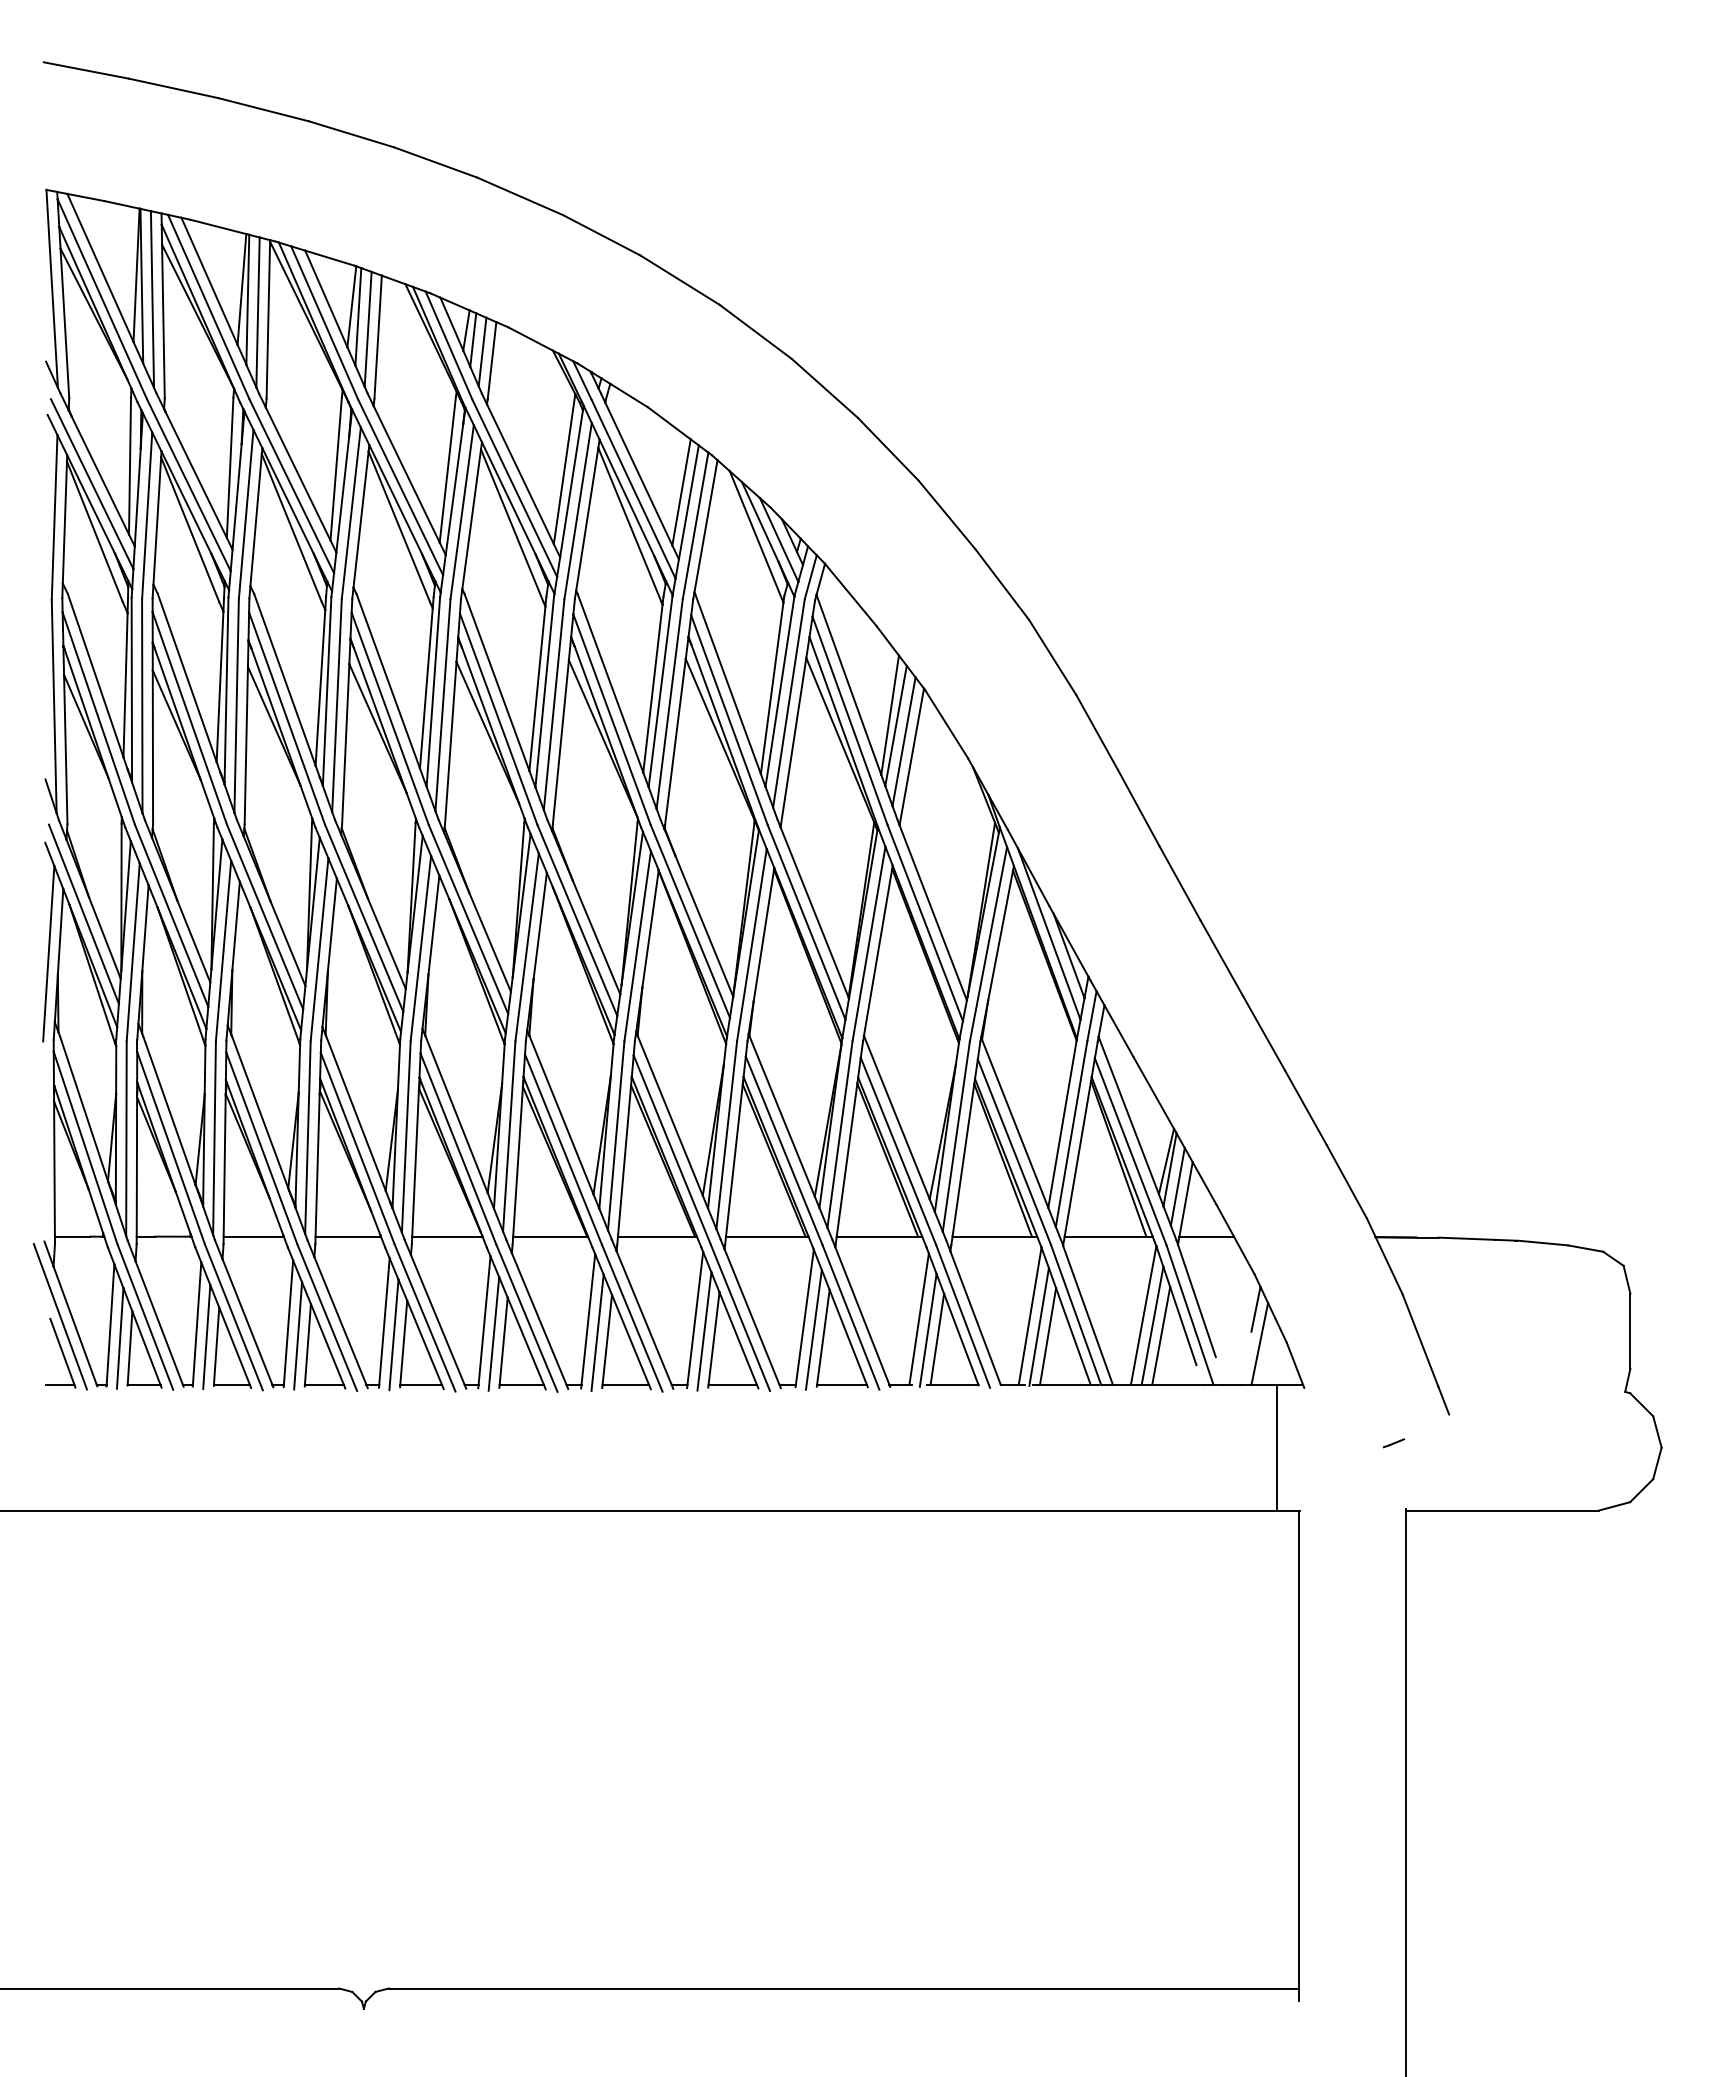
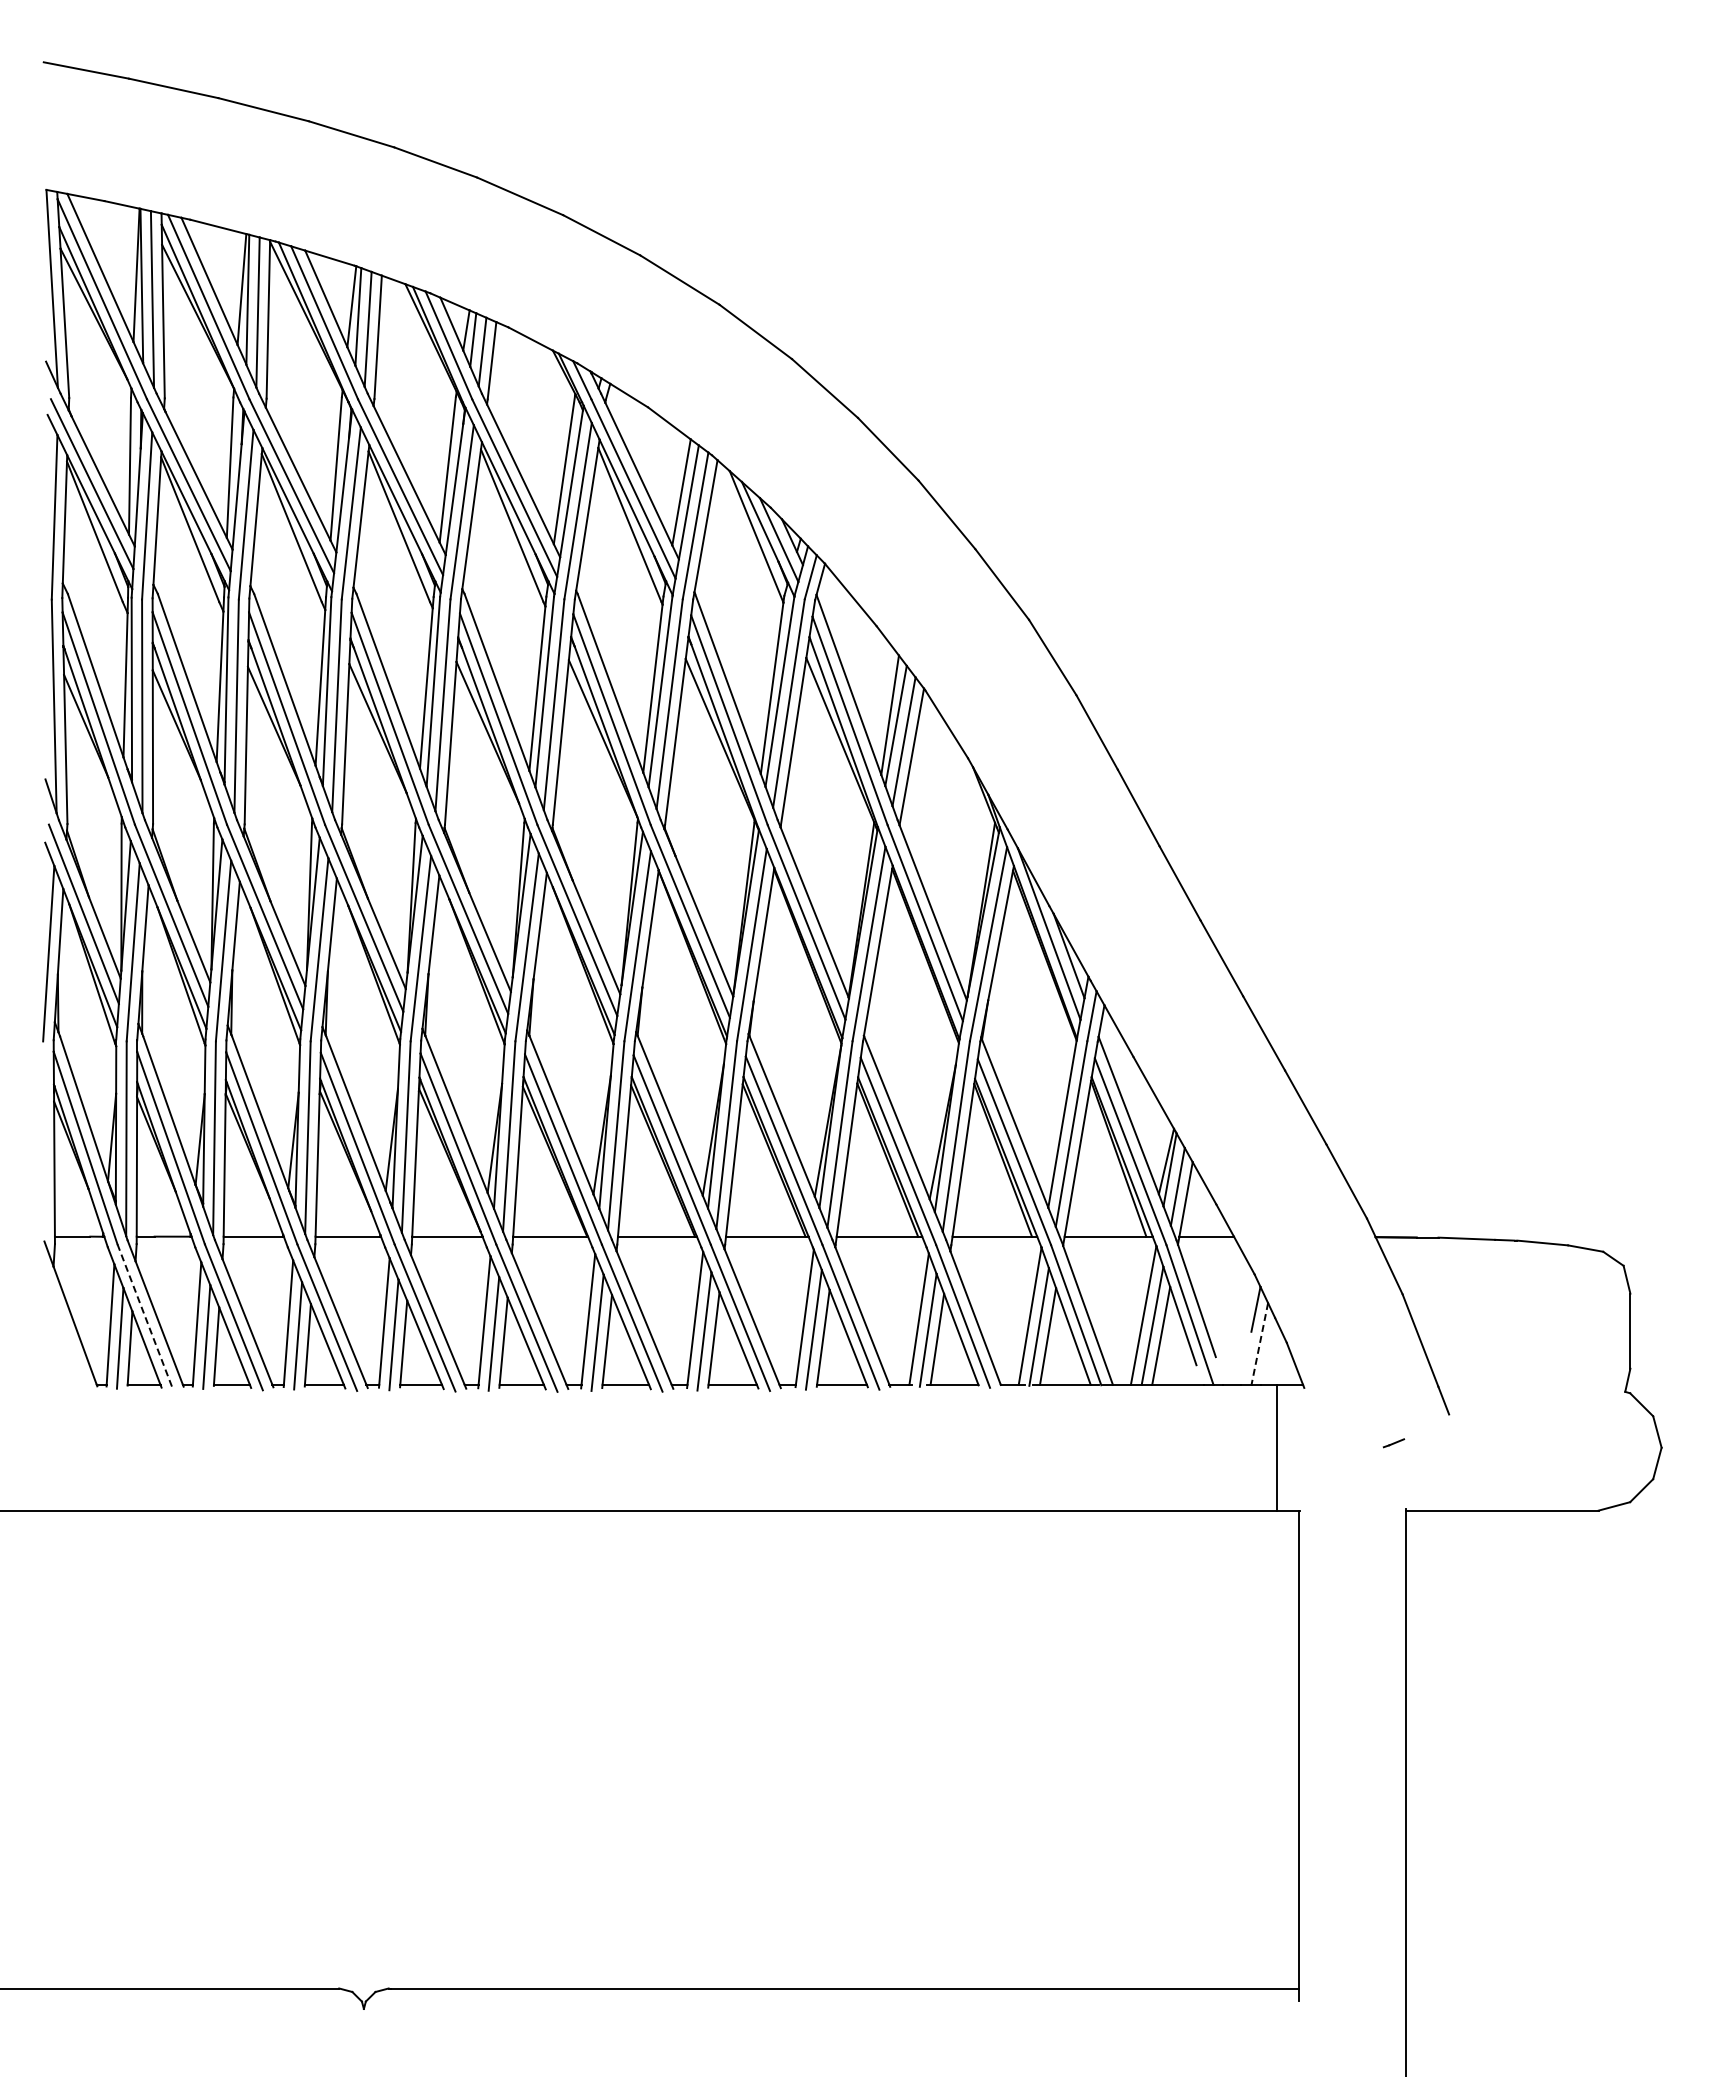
part at (59, 1316): present -> none
line at (145, 1317): solid -> dashed
line at (1259, 1343): solid -> dashed
